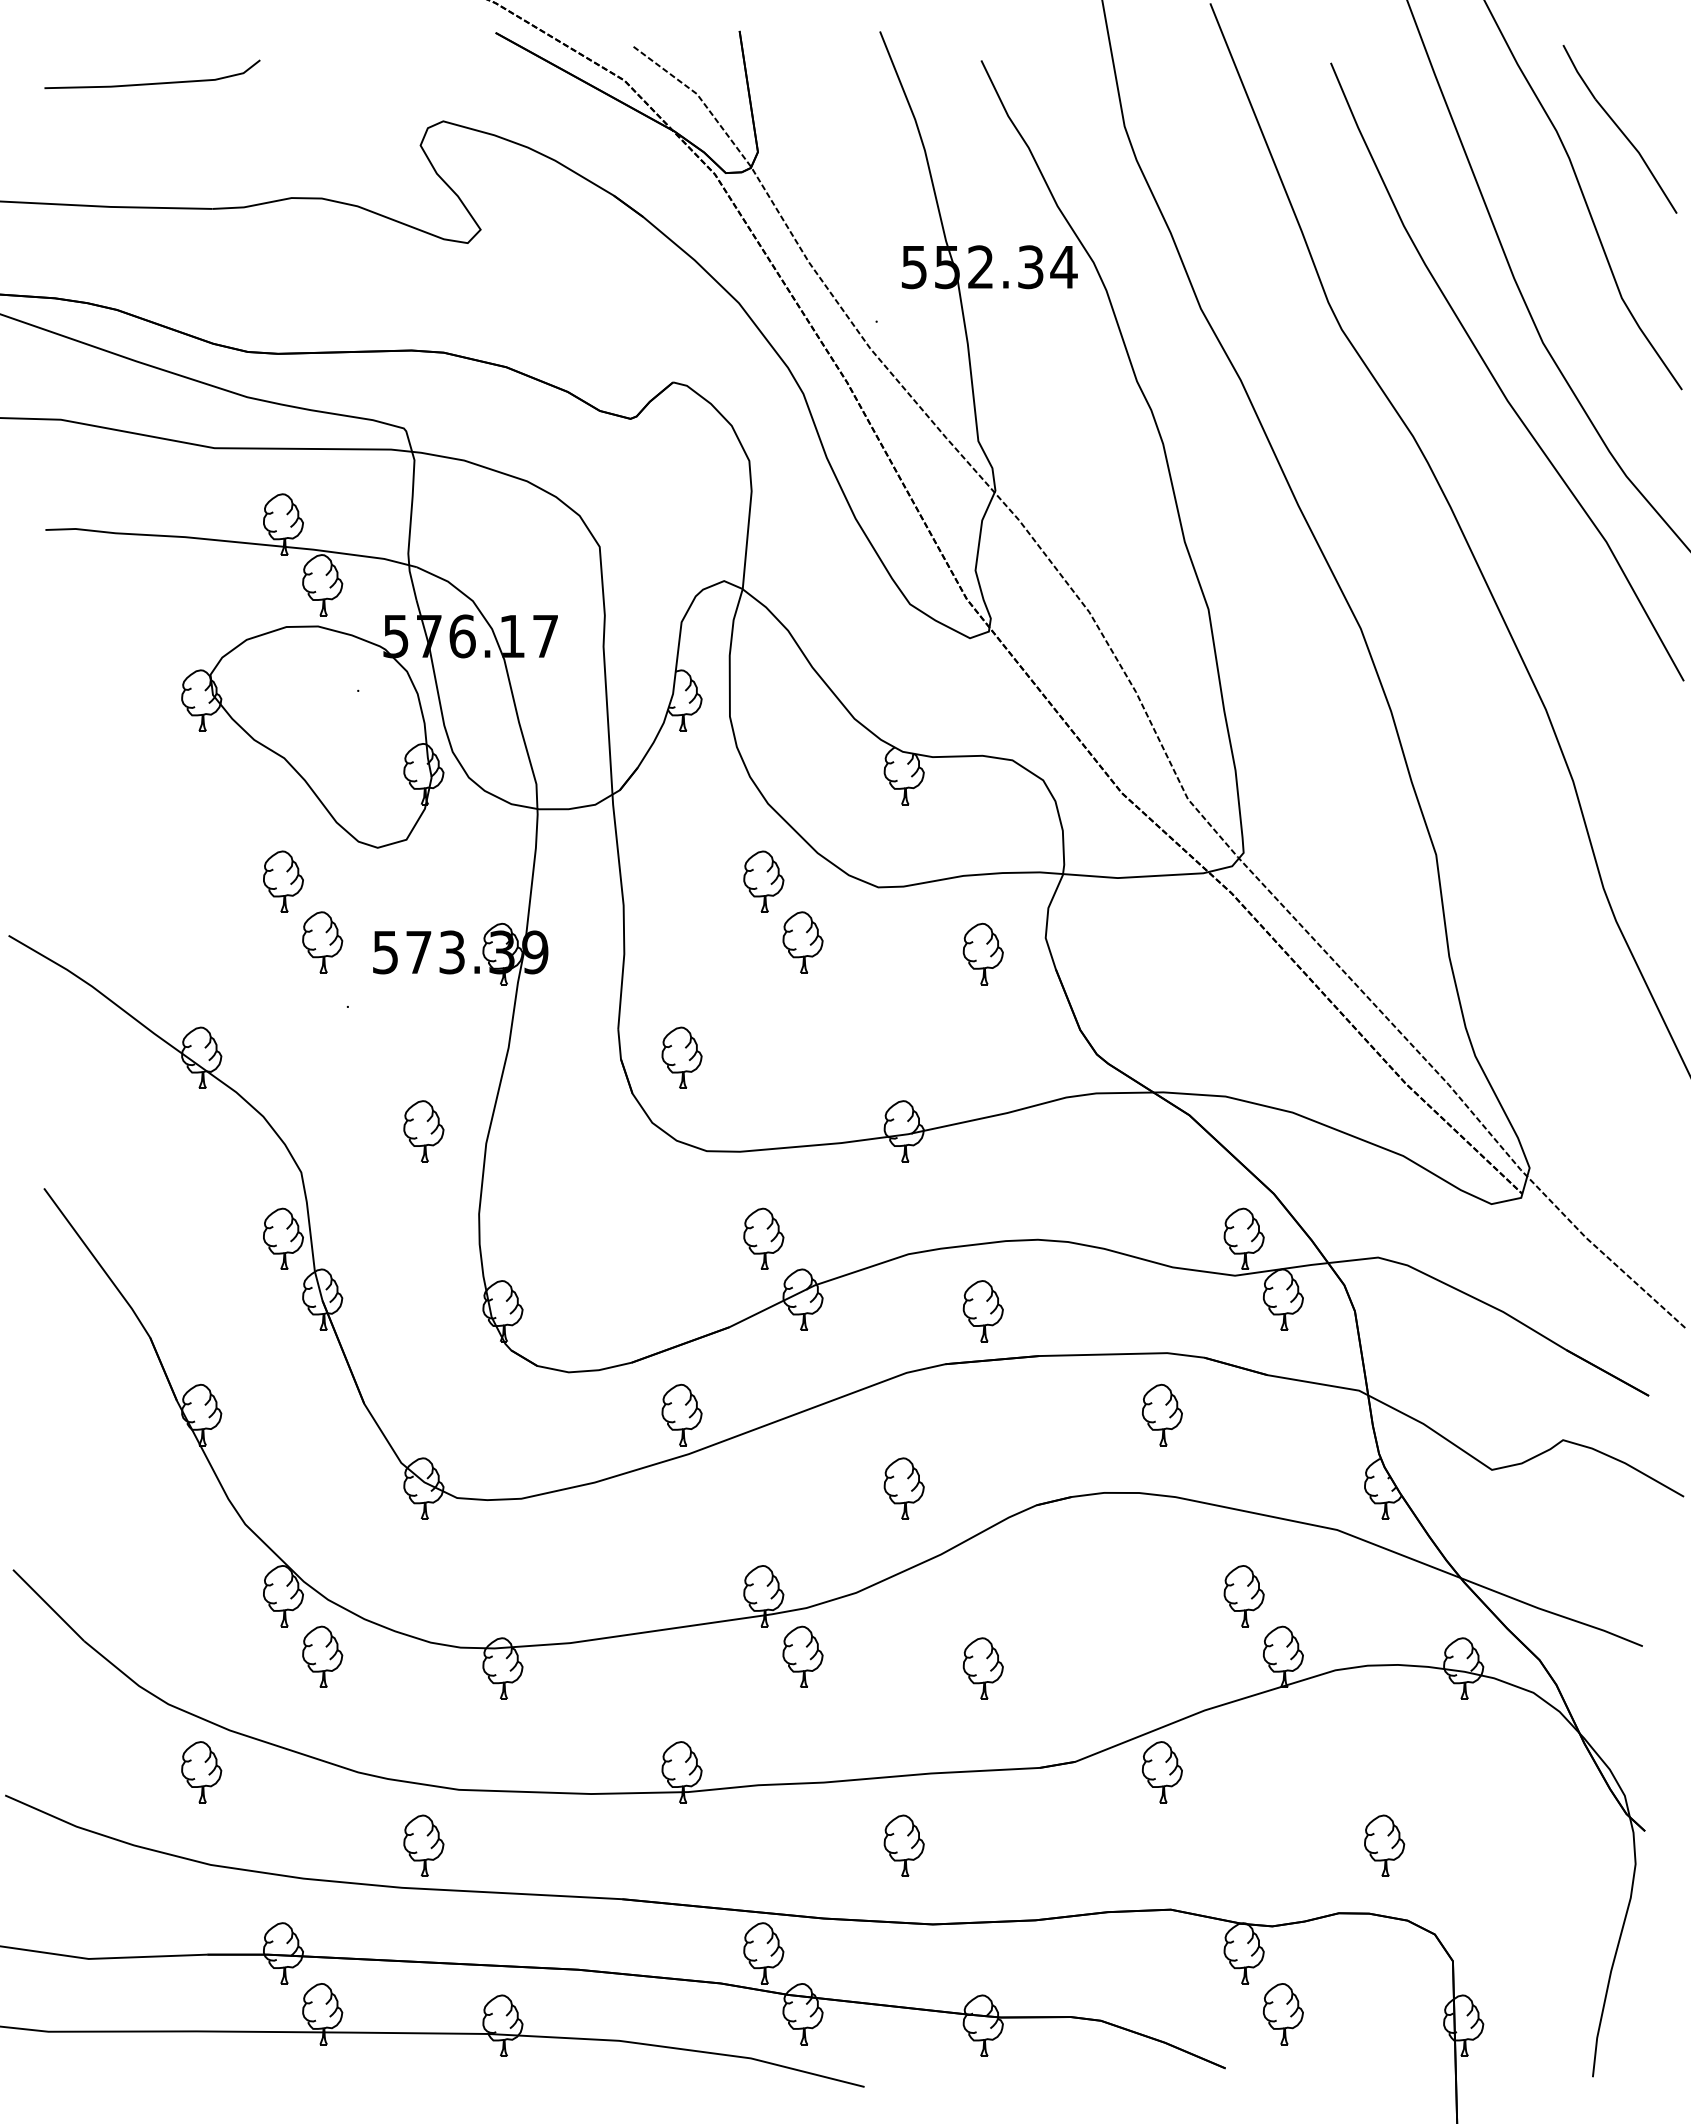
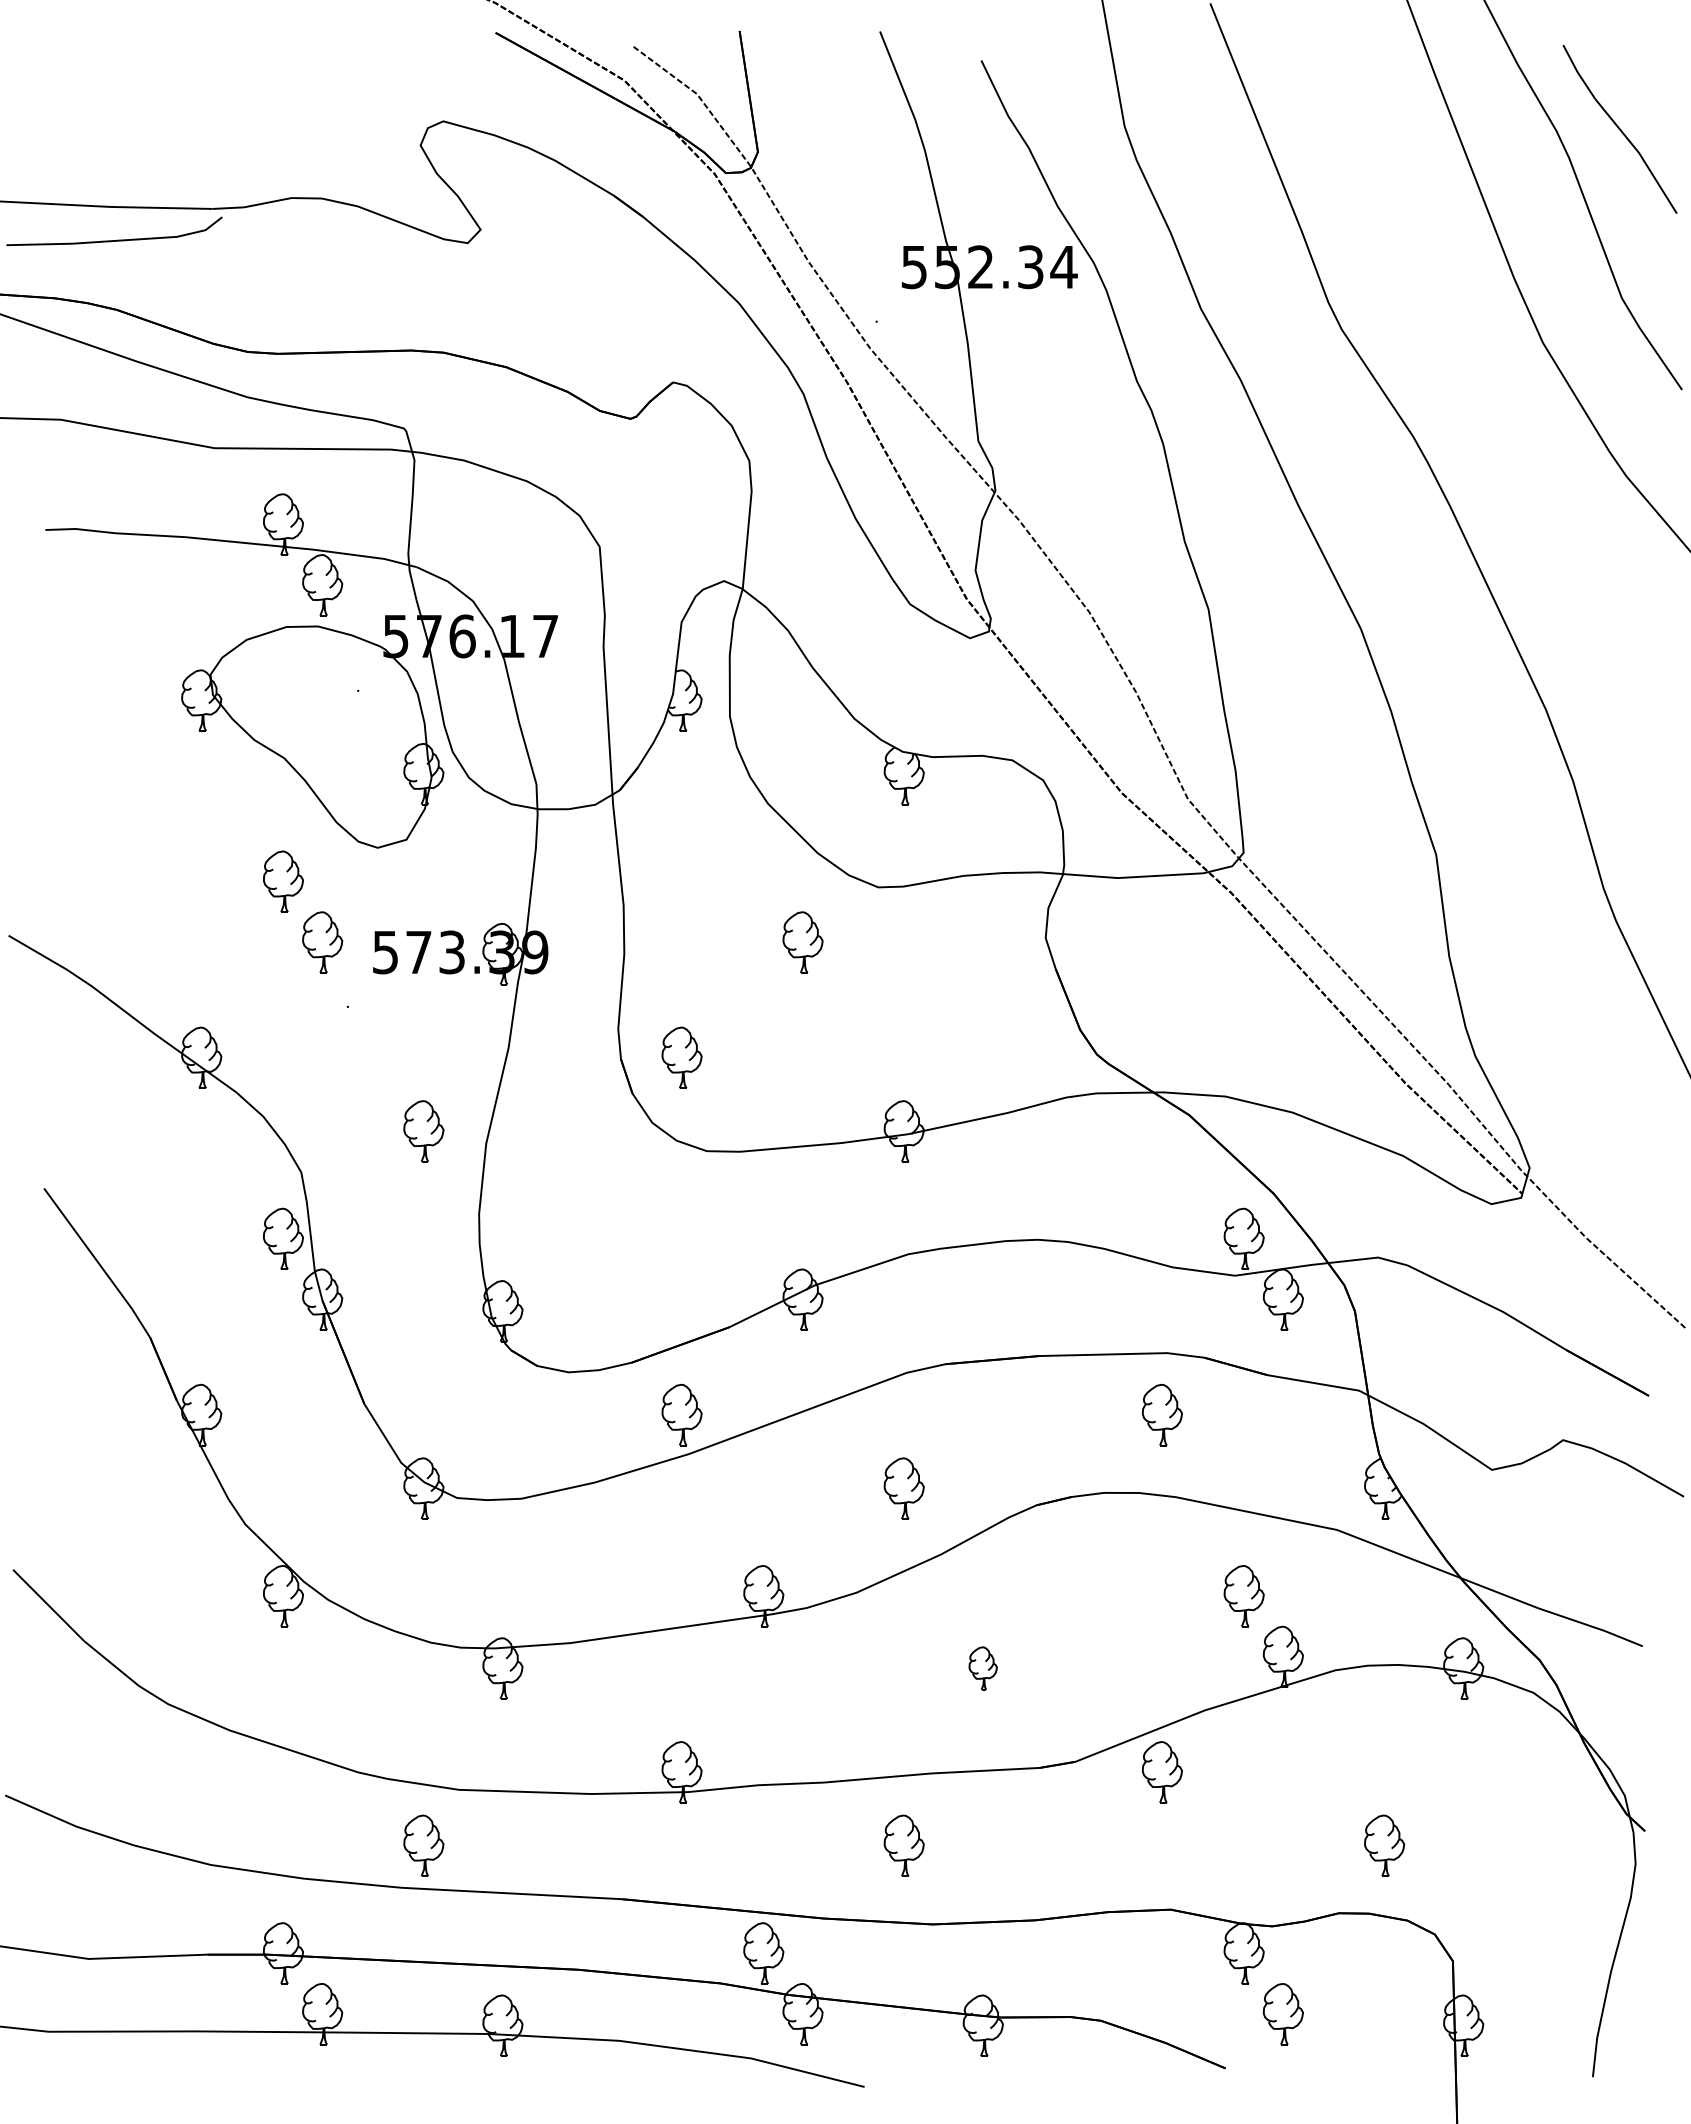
line at (154, 82) position: (154, 82) -> (116, 239)
curve at (1495, 378): present -> none
part at (763, 881): present -> none
part at (982, 953): present -> none
part at (763, 1238): present -> none
part at (982, 1311): present -> none
part at (322, 1656): present -> none
part at (802, 1656): present -> none
part at (982, 1668) size: 42x63 px -> 30x45 px
part at (201, 1772): present -> none
